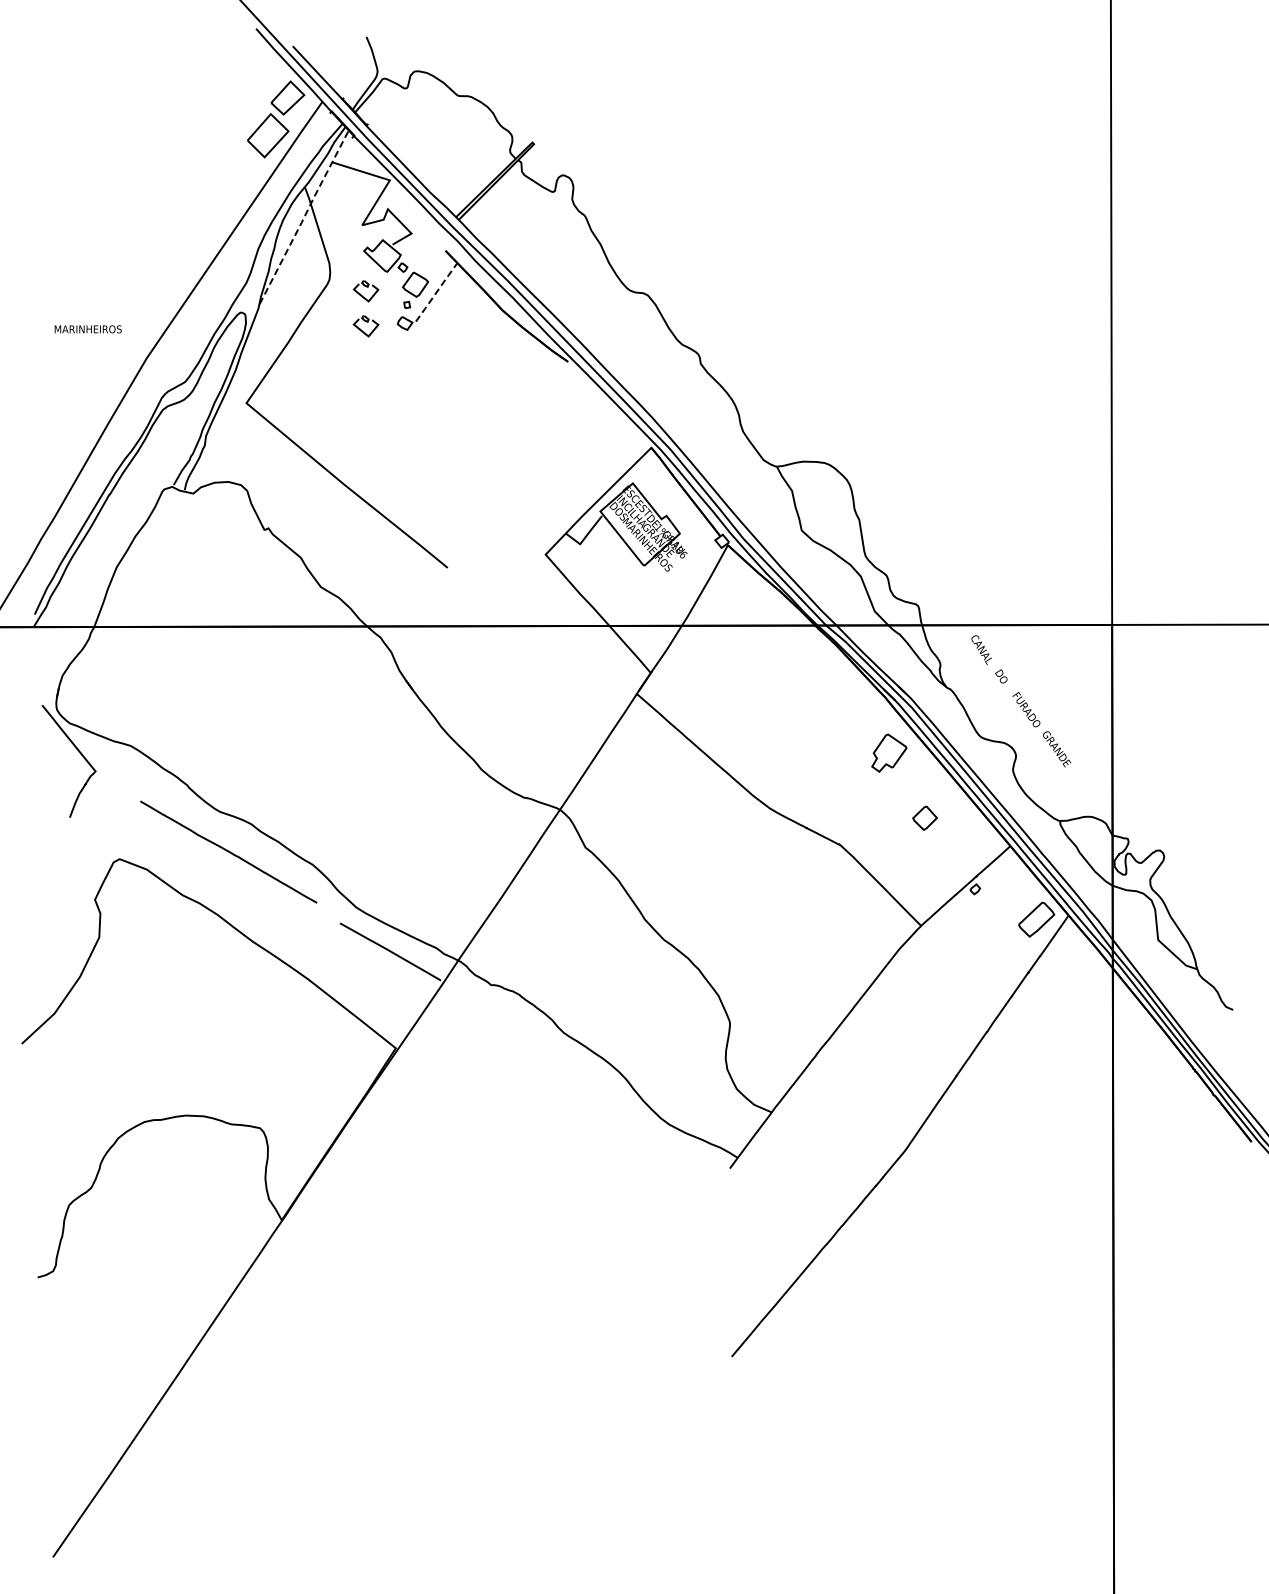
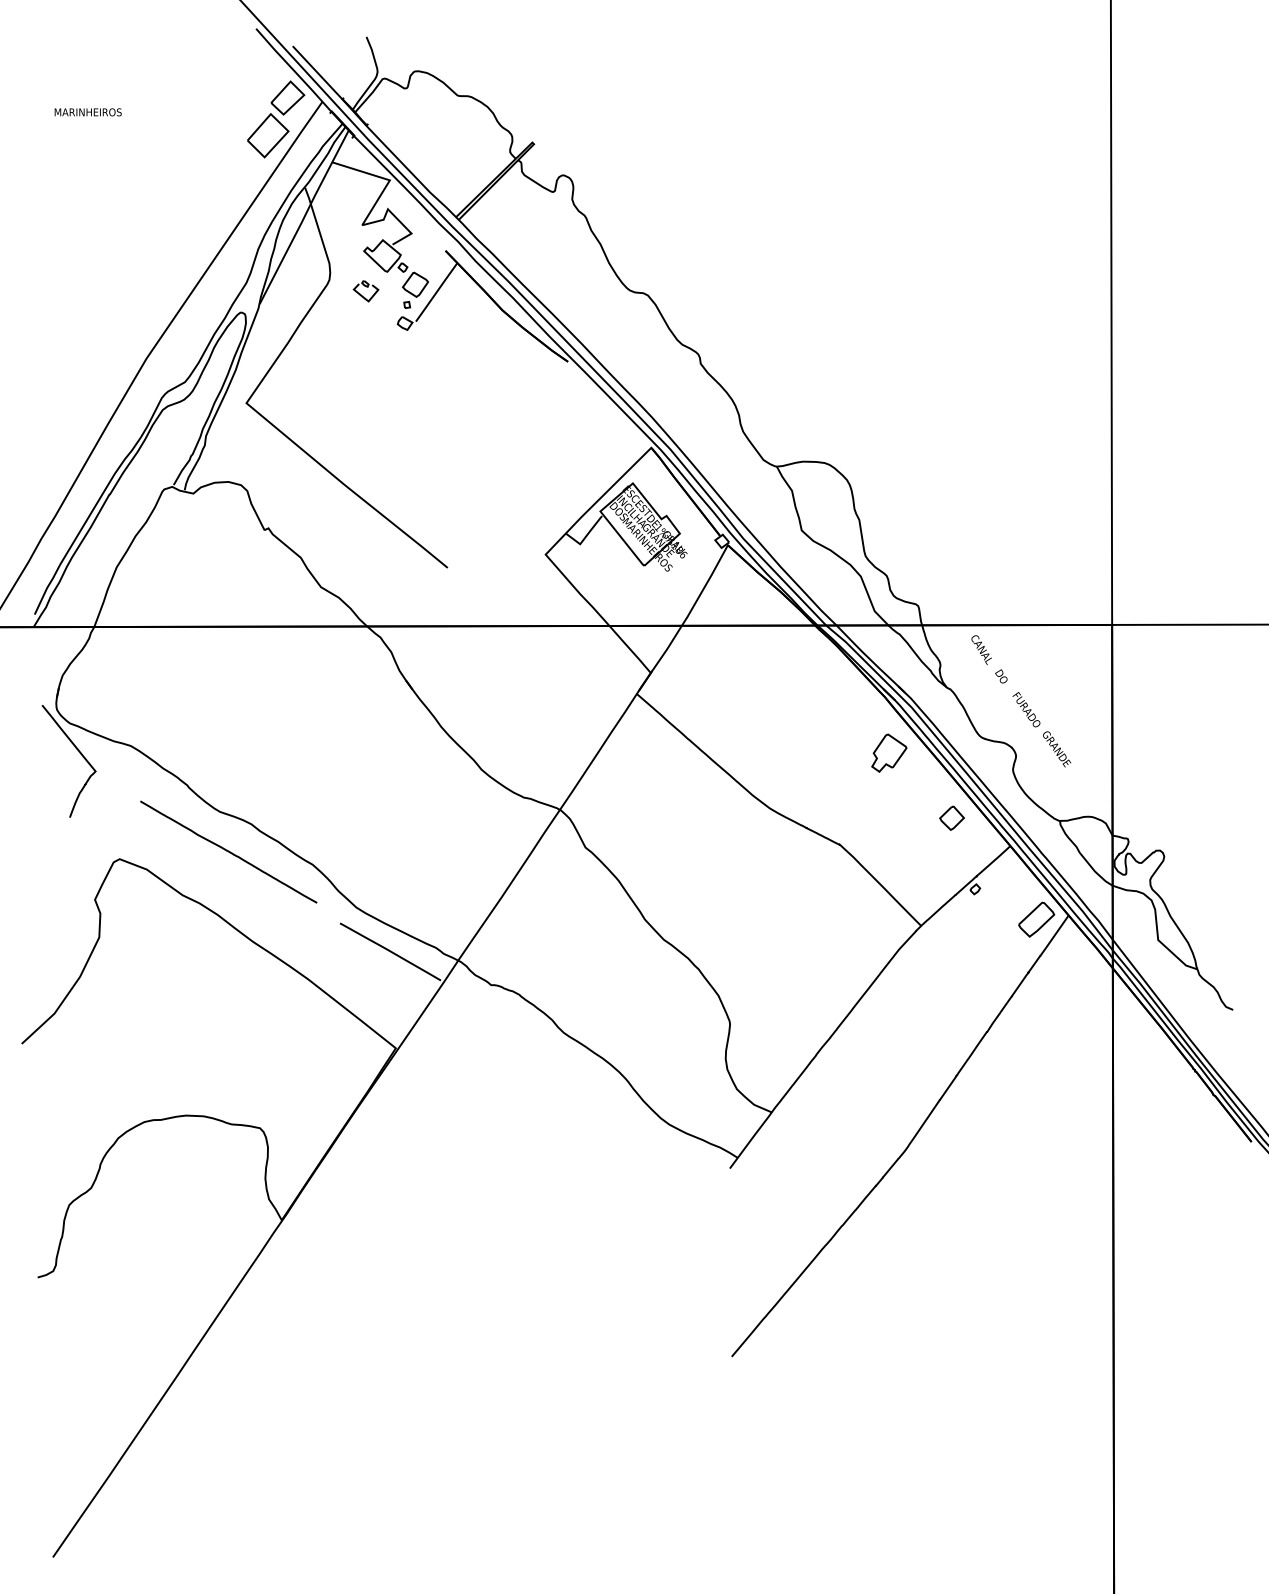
line at (304, 216): dashed -> solid
line at (436, 292): dashed -> solid
part at (365, 326): present -> none
text at (87, 329) position: (87, 329) -> (87, 112)
part at (924, 817) position: (924, 817) -> (951, 817)
